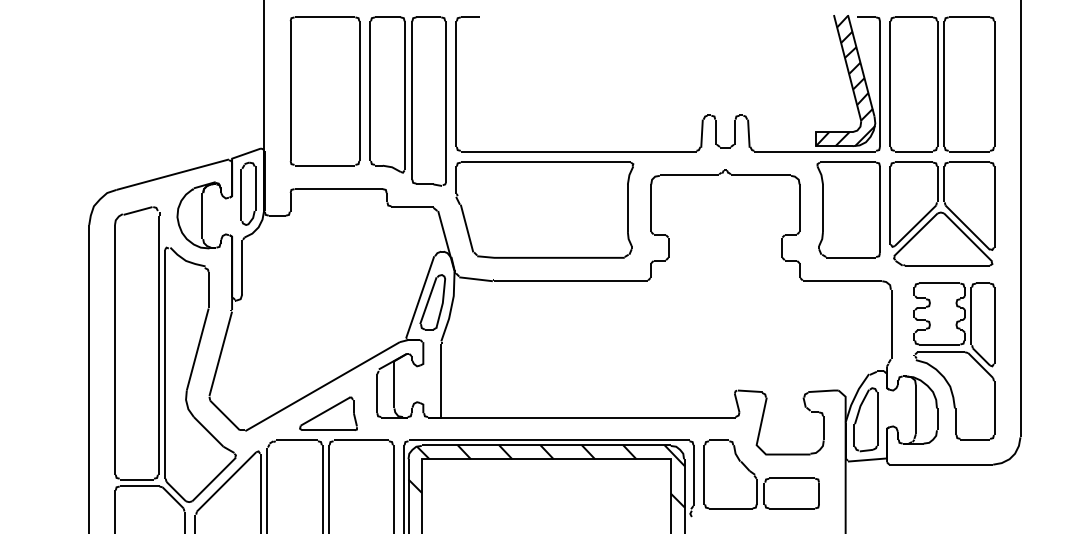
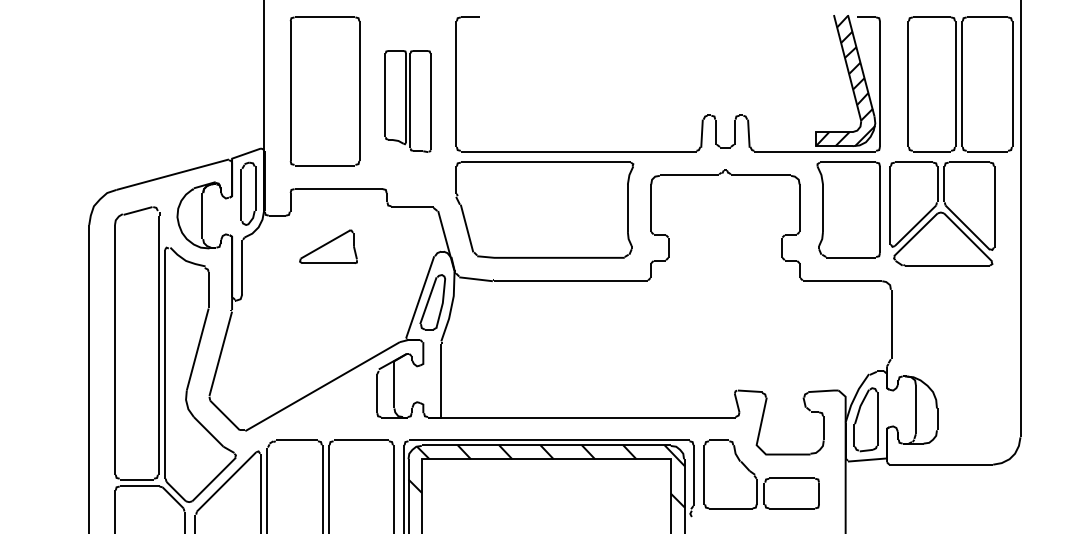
part at (942, 84) position: (942, 84) -> (960, 84)
part at (407, 101) size: 78x171 px -> 48x103 px
part at (954, 361): present -> none
part at (328, 413) position: (328, 413) -> (328, 246)
